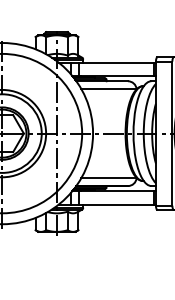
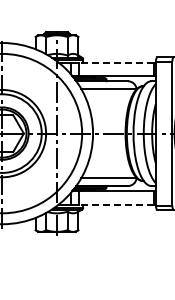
line at (116, 62): solid -> dashed
line at (116, 204): solid -> dashed
